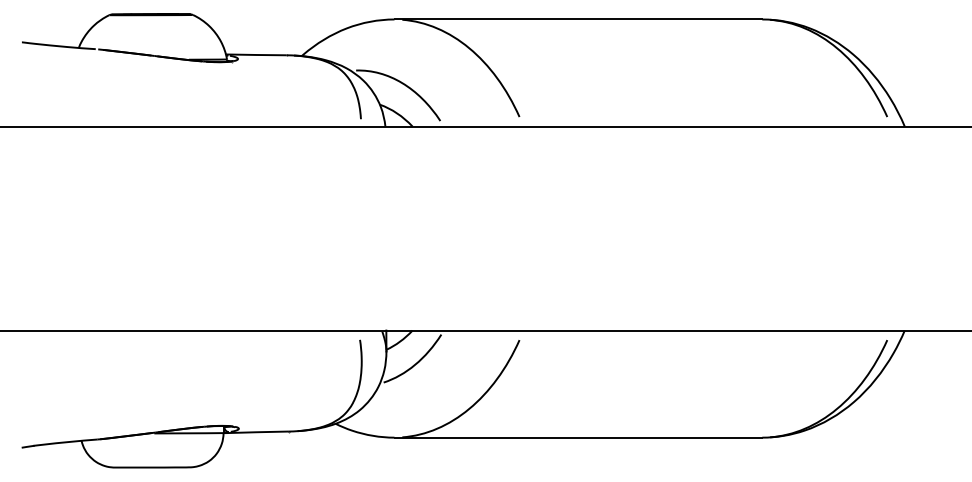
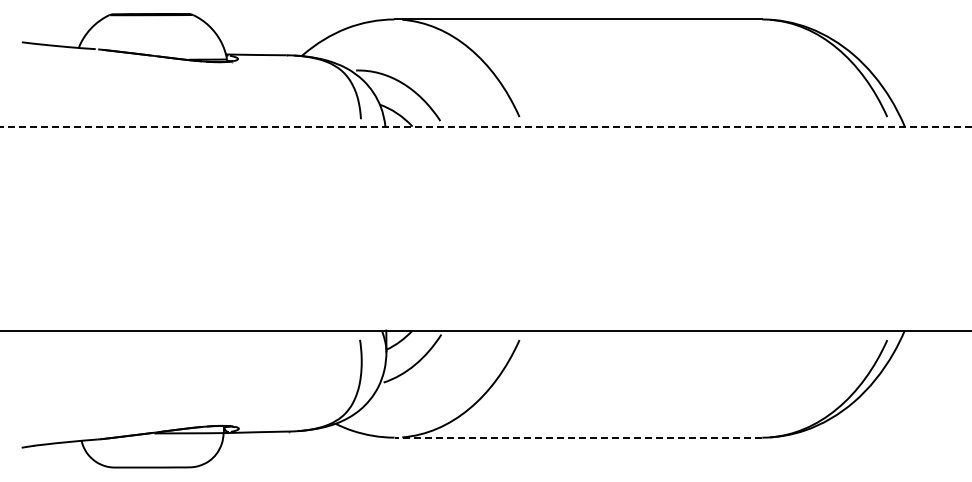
line at (486, 126): solid -> dashed
line at (578, 437): solid -> dashed
